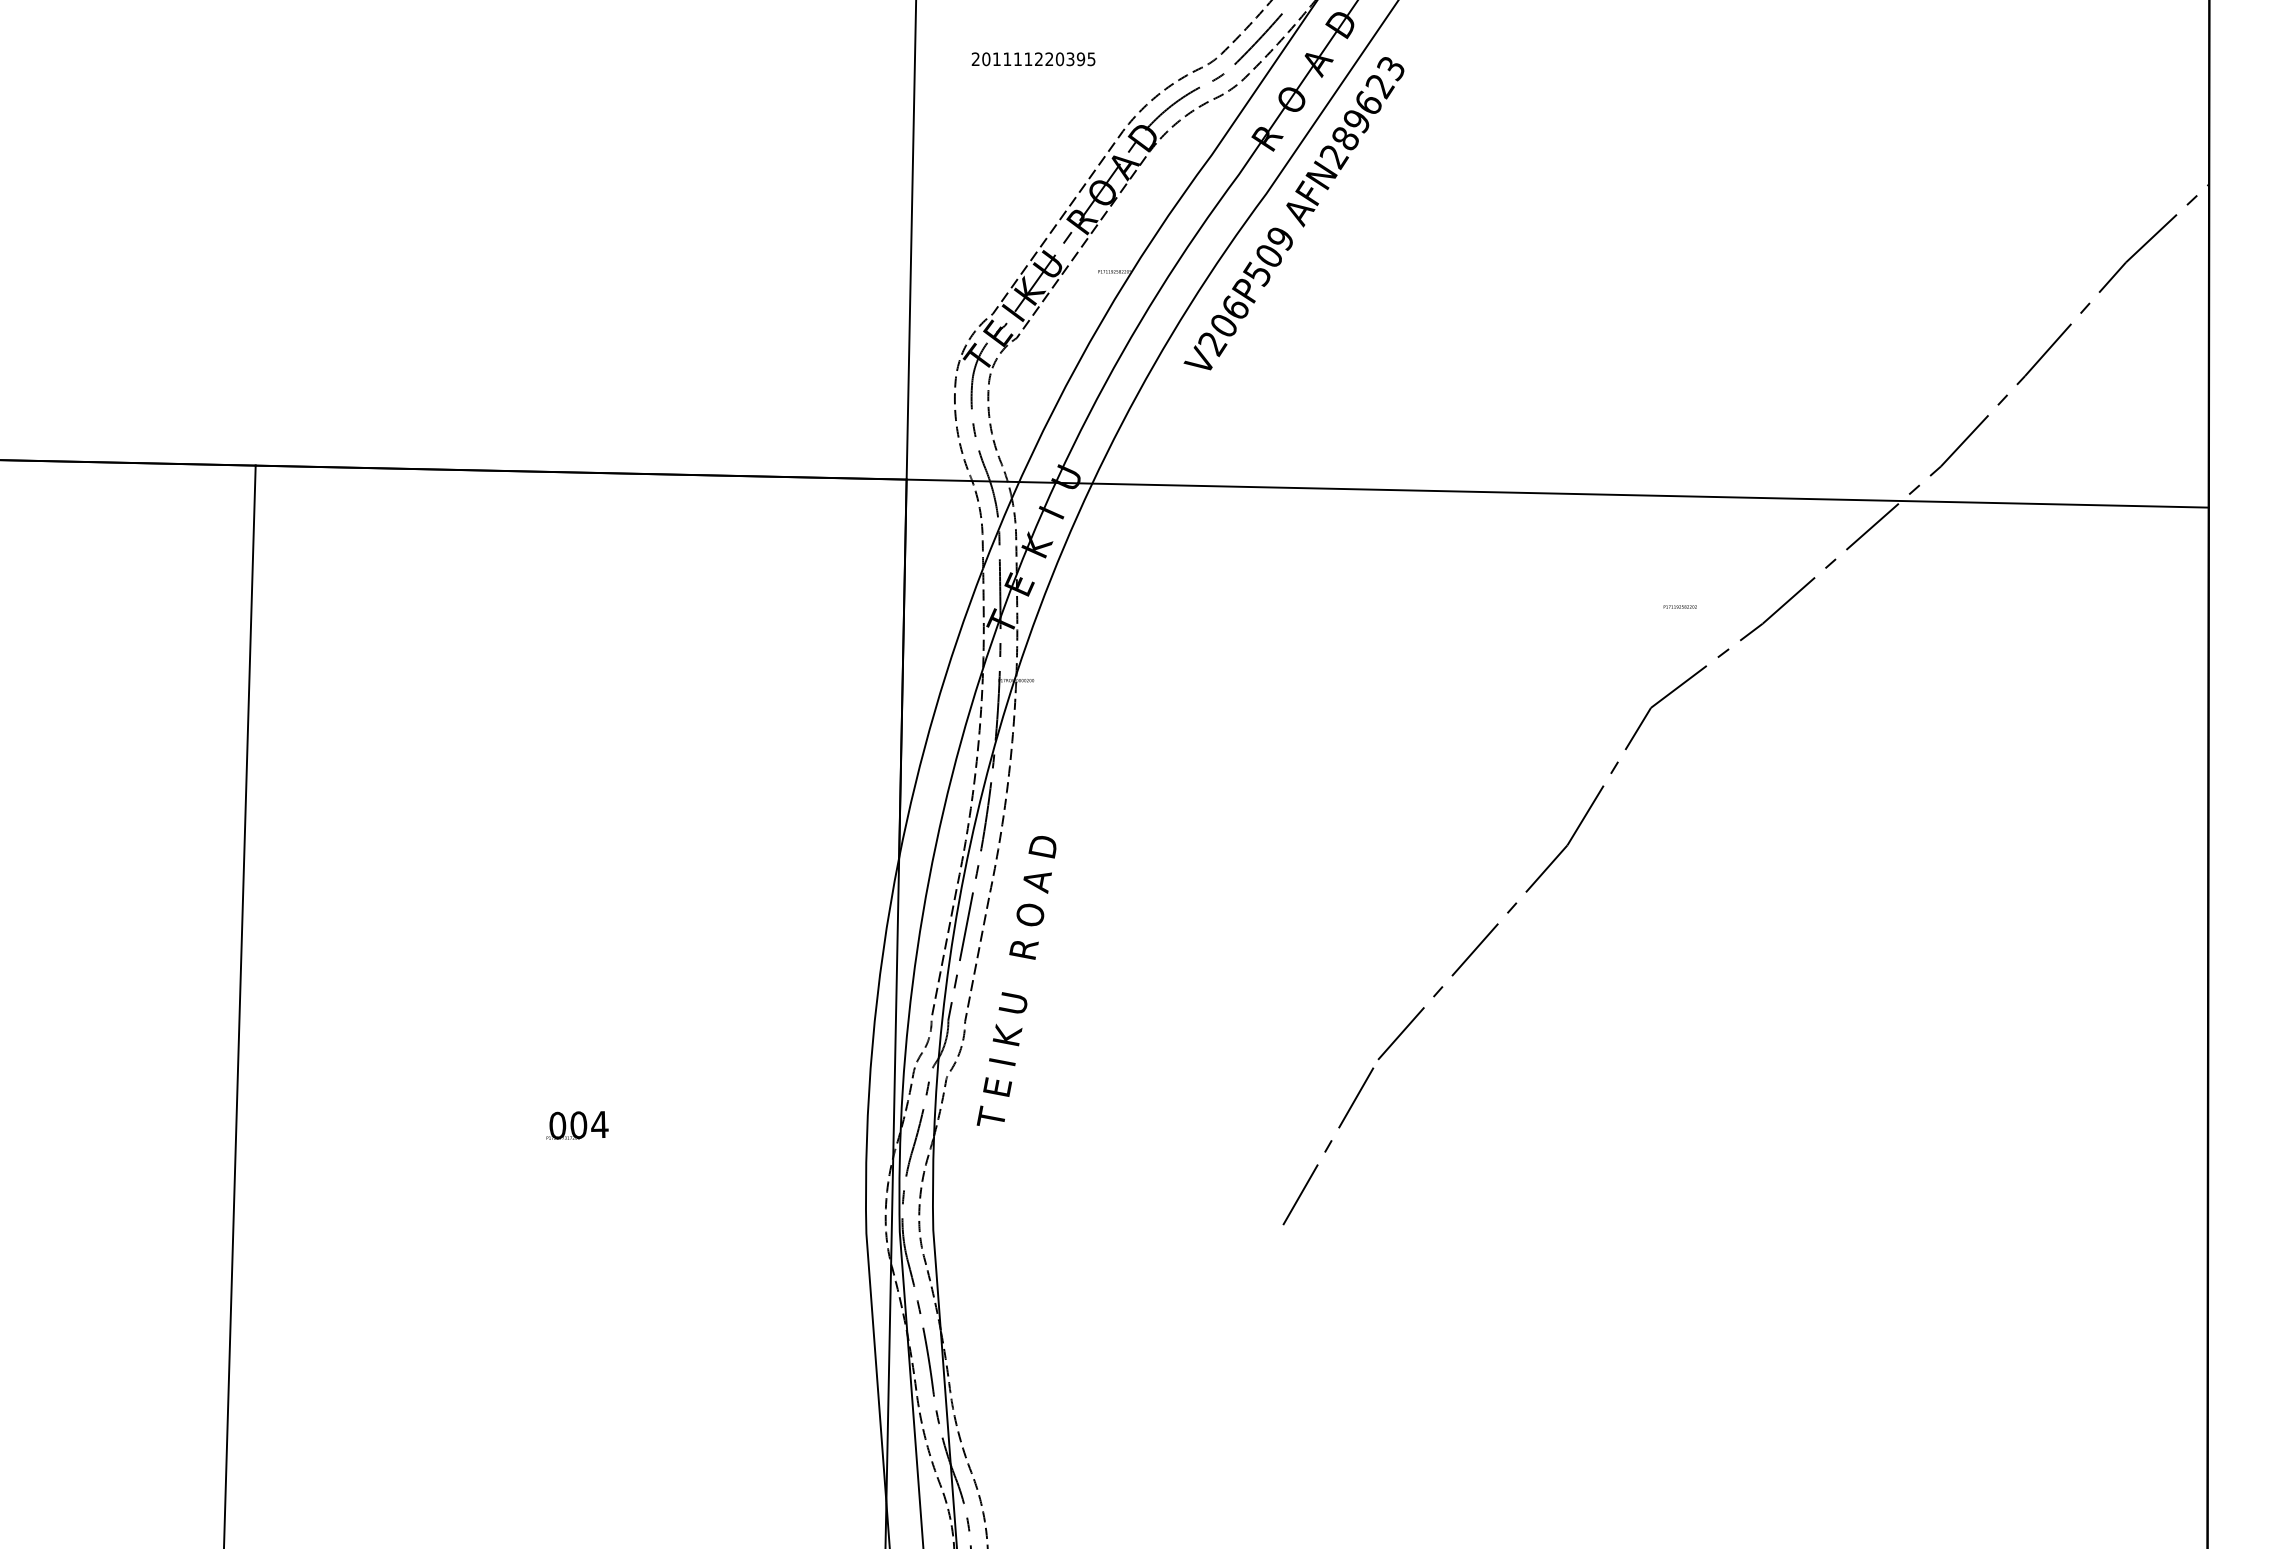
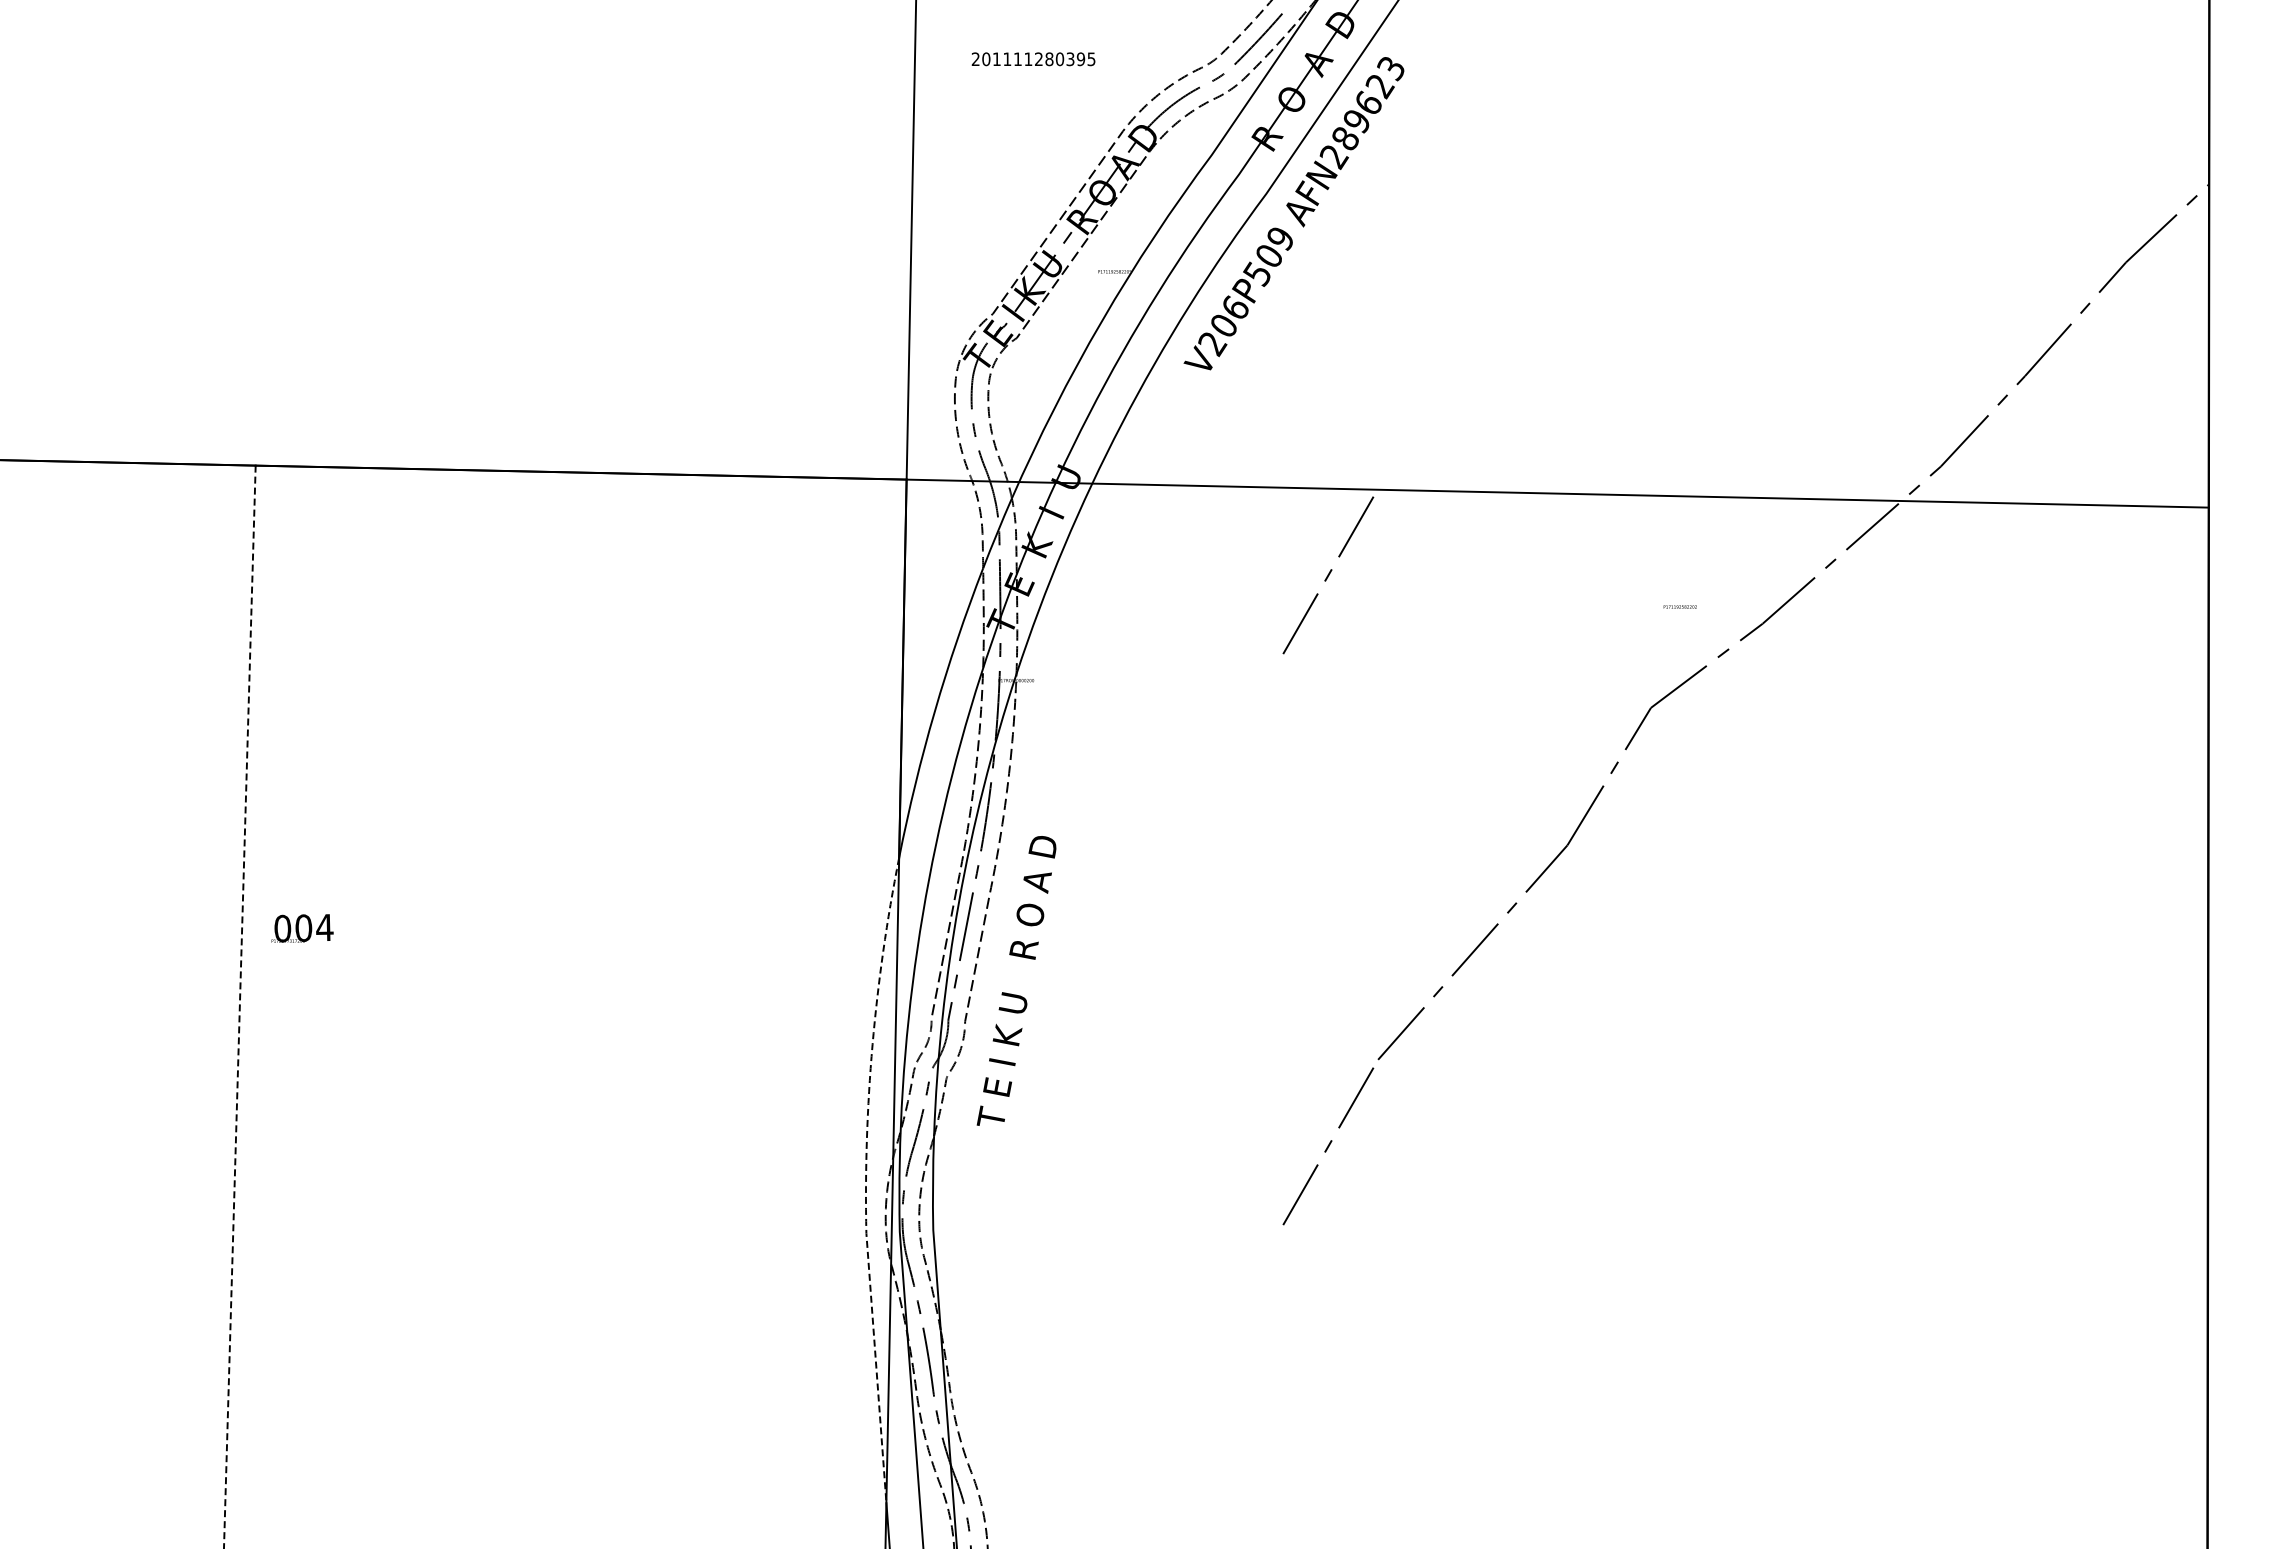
text at (1049, 59): 201111220395 -> 201111280395
line at (1328, 575): none -> present
line at (239, 1007): solid -> dashed
text at (577, 1125) position: (577, 1125) -> (302, 928)
line at (866, 1175): solid -> dashed
